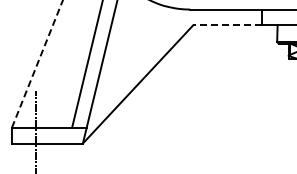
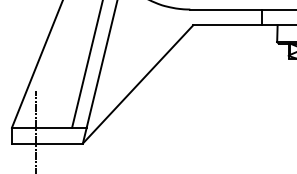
line at (226, 25): dashed -> solid
line at (37, 63): dashed -> solid
